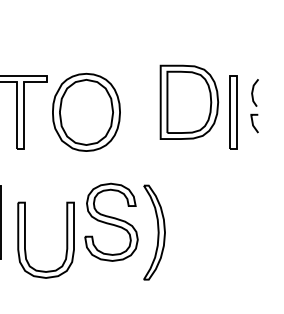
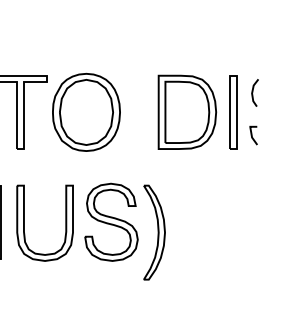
part at (189, 101) position: (189, 101) -> (187, 111)
line at (253, 123) position: (253, 123) -> (252, 135)
part at (25, 239) position: (25, 239) -> (24, 222)
